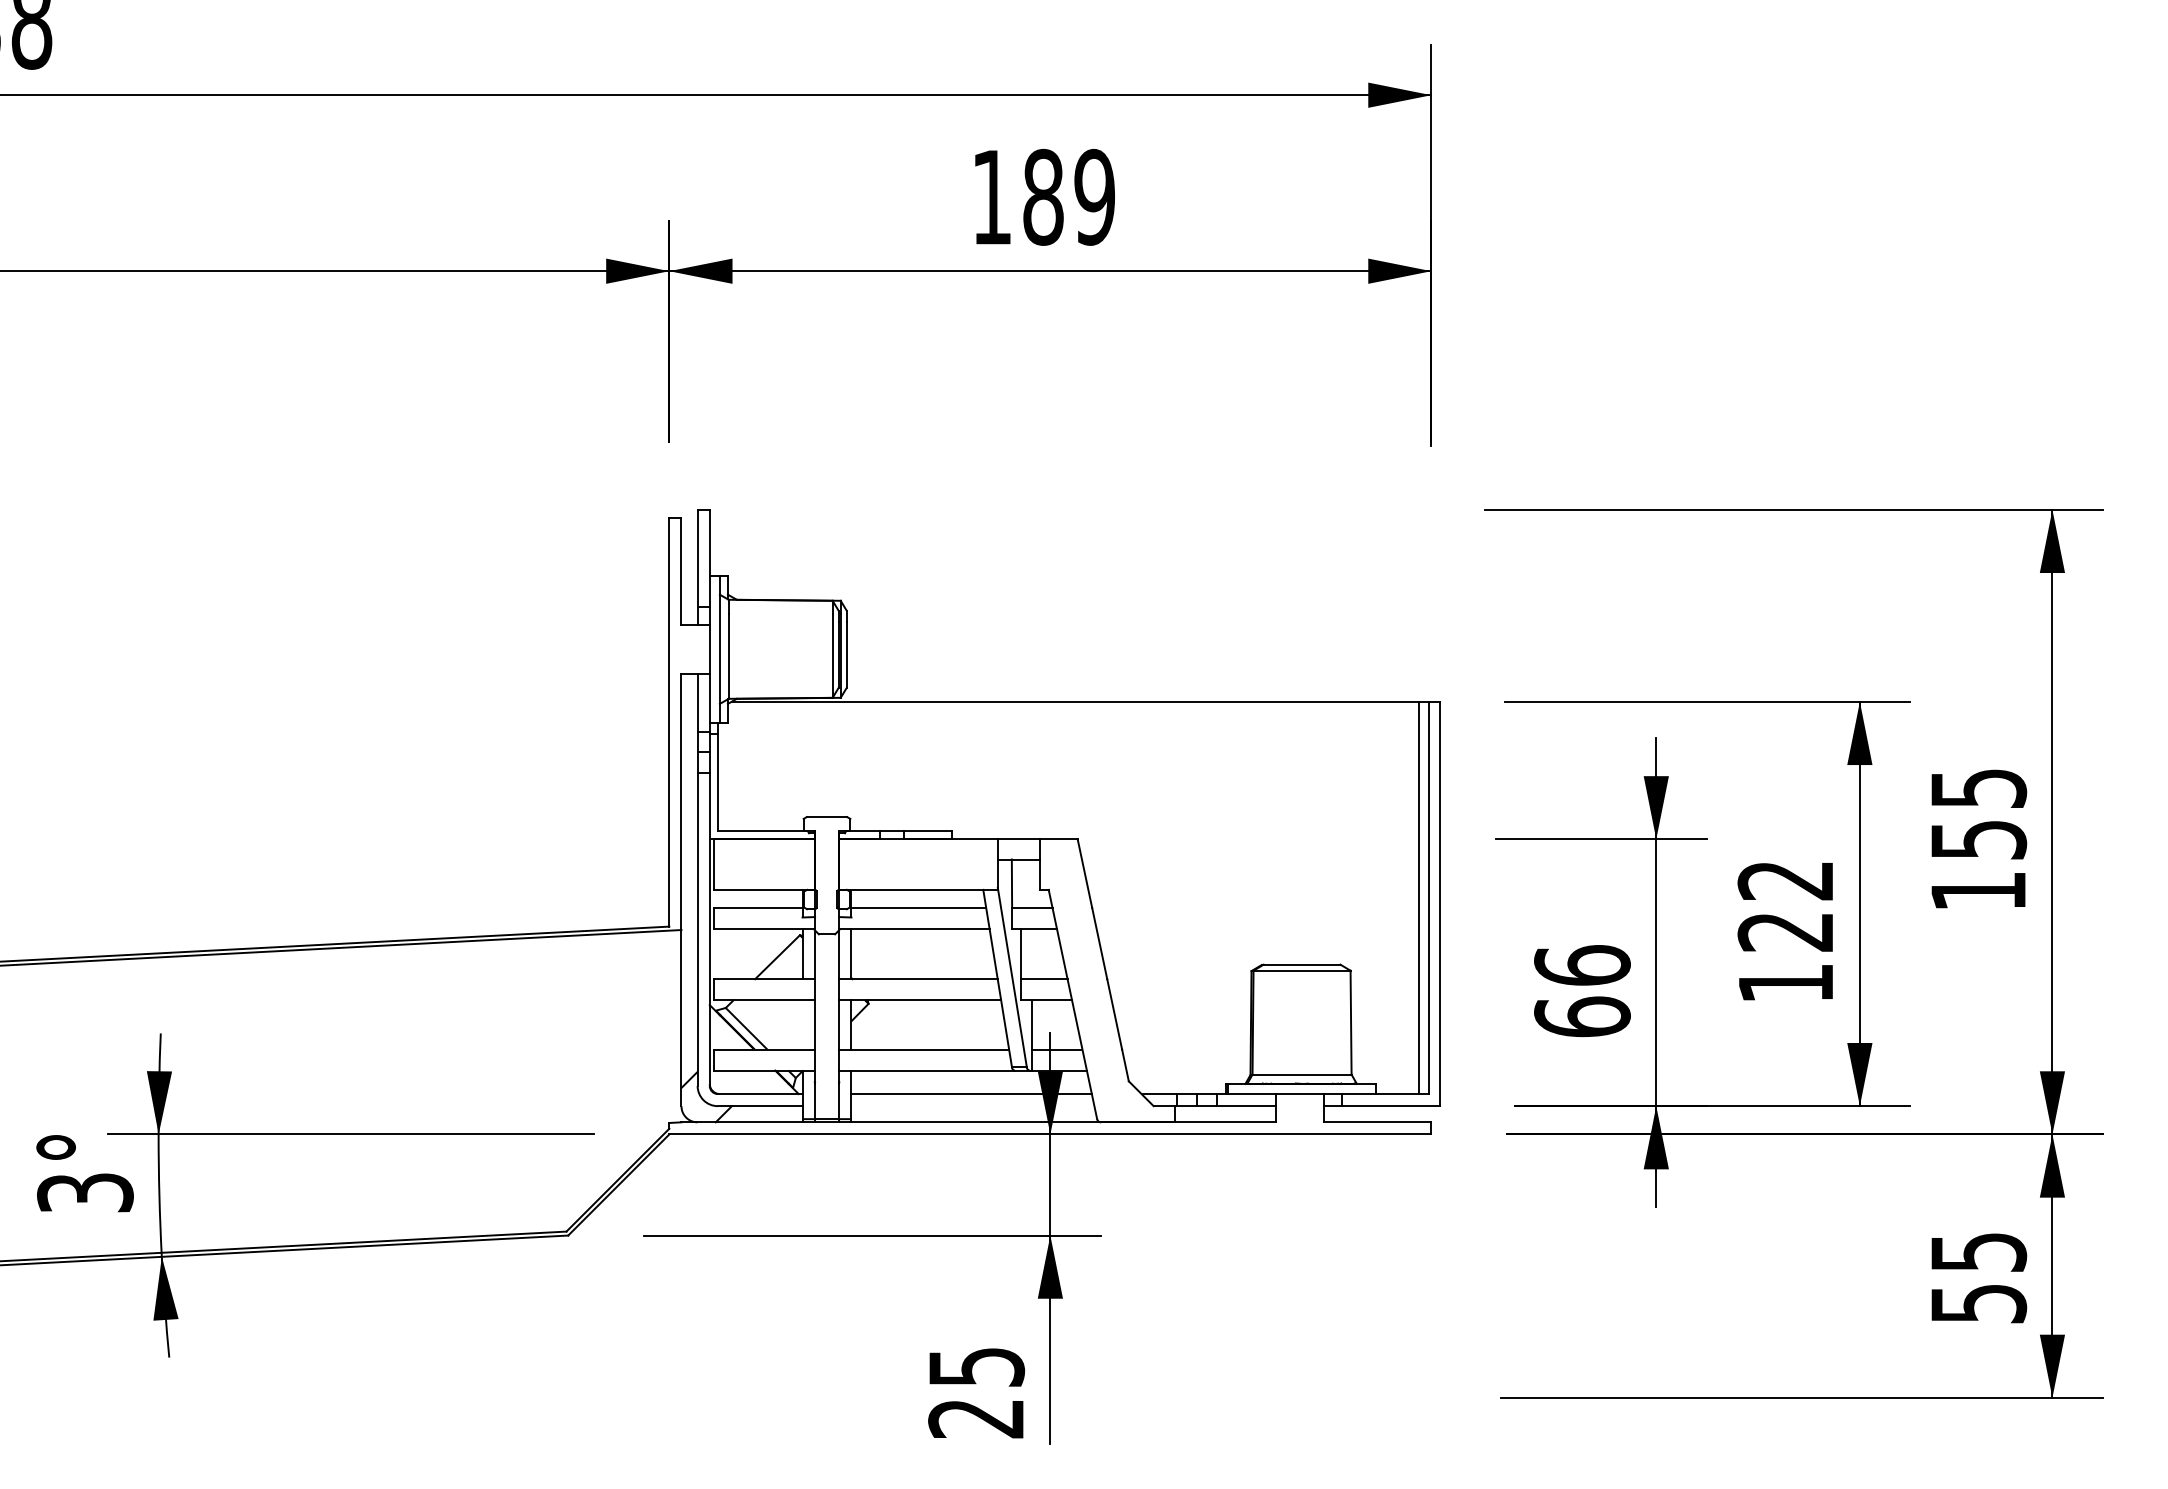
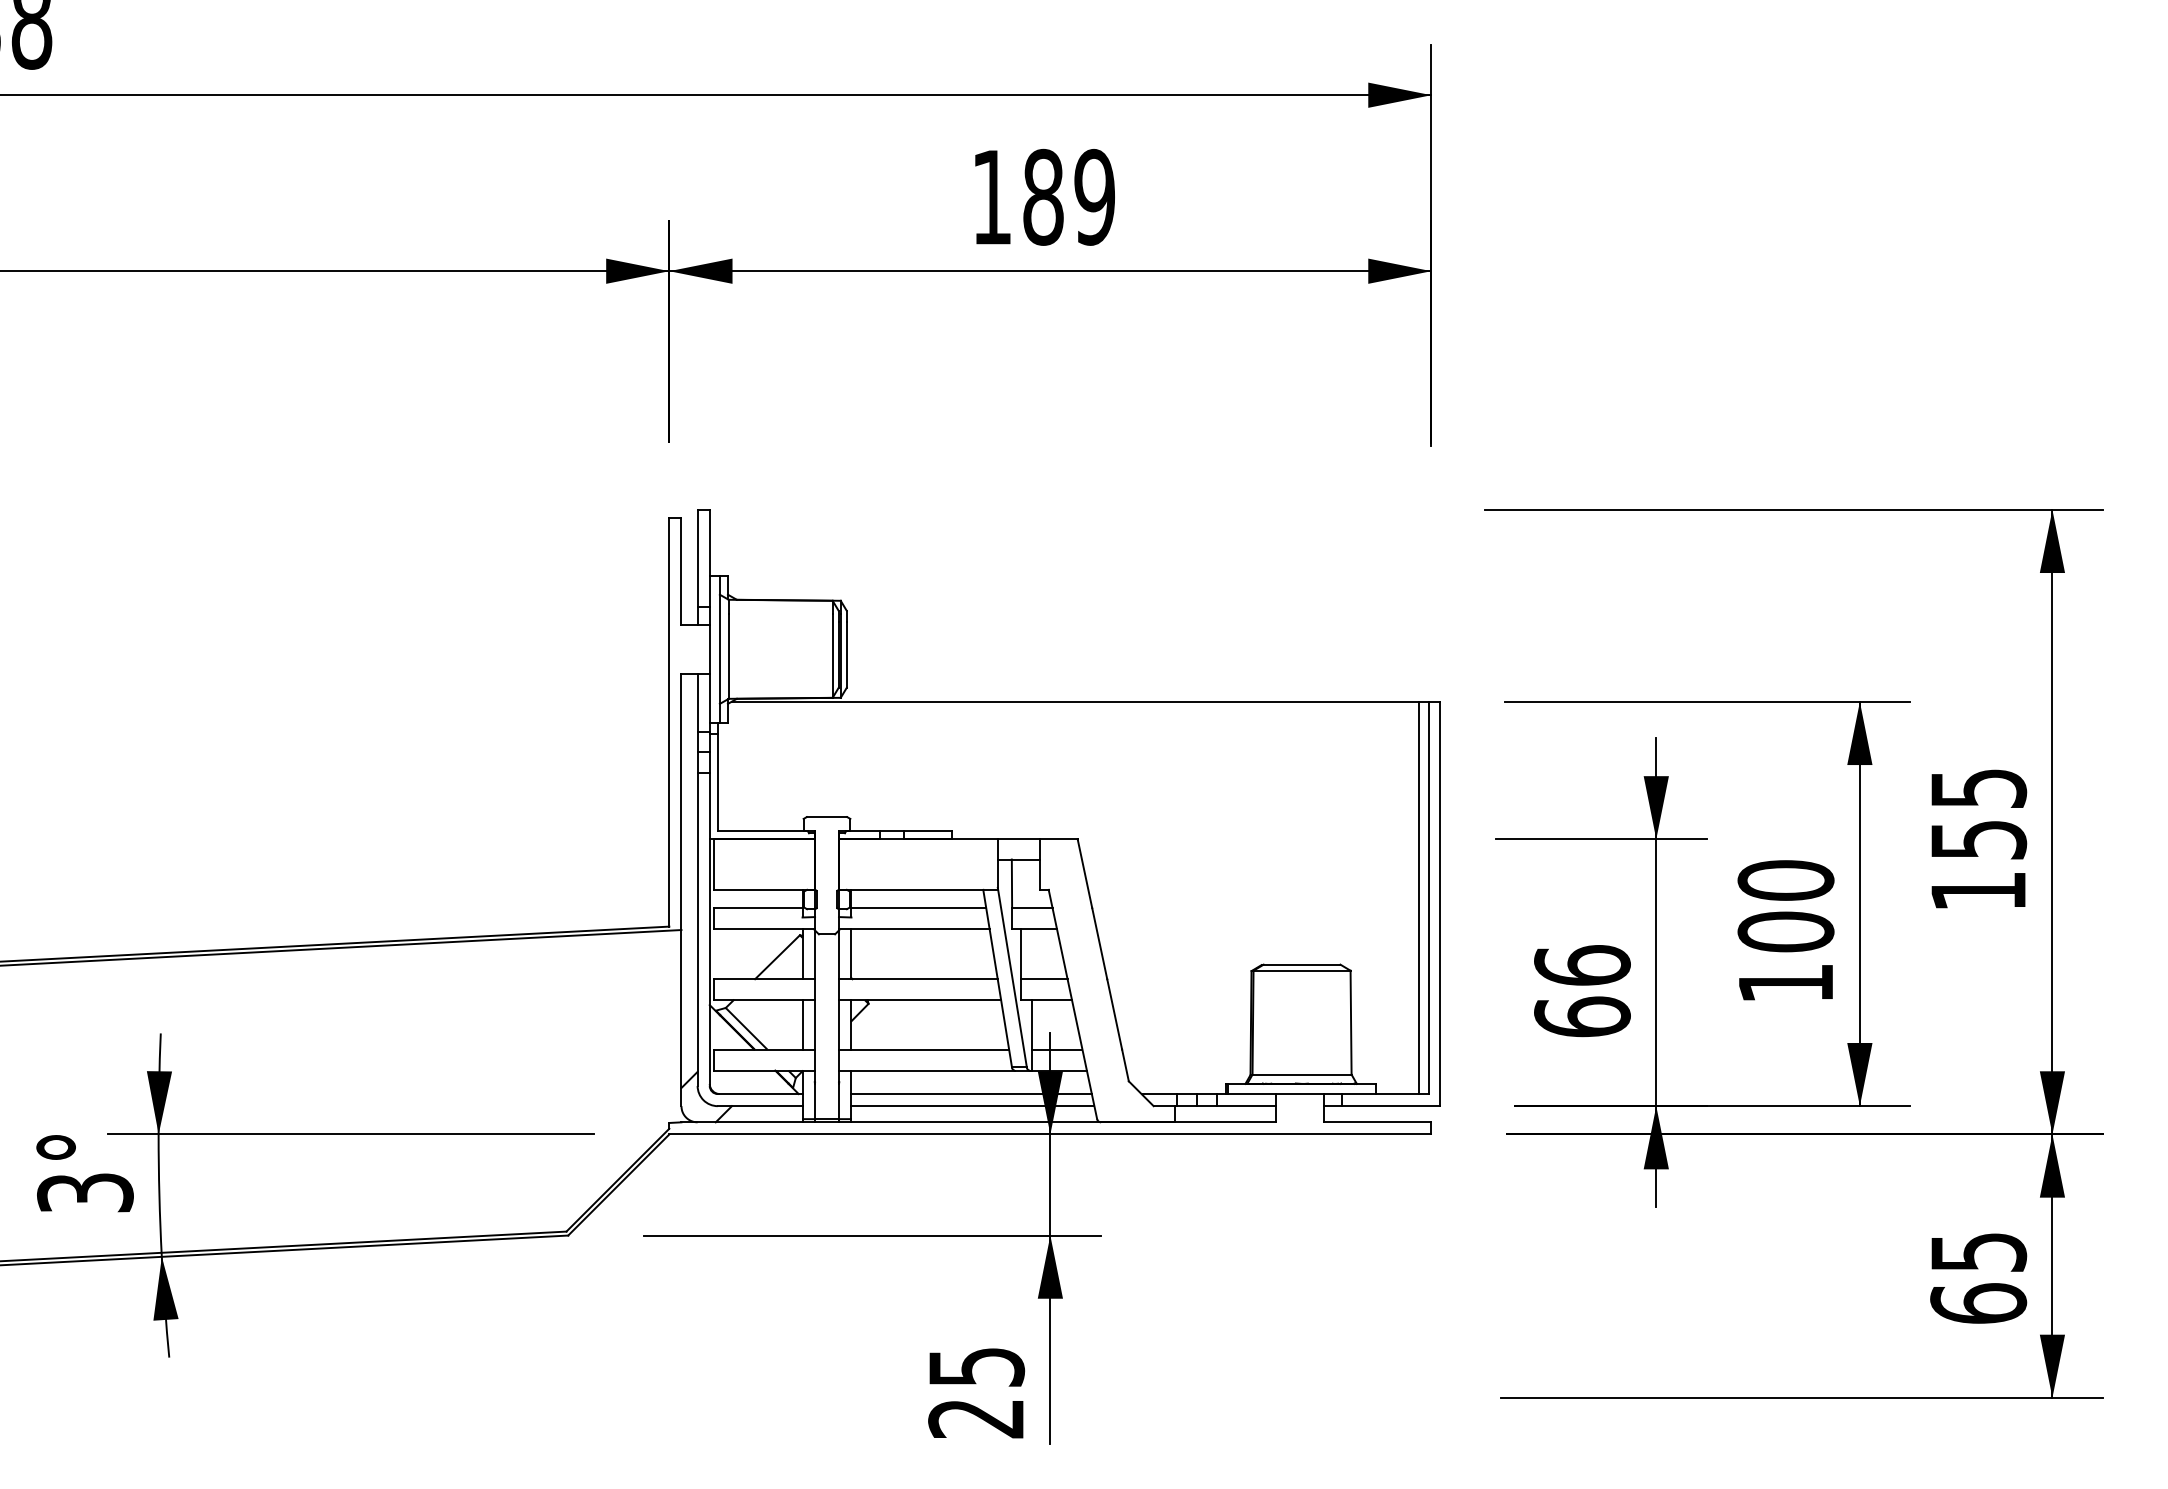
text at (1785, 906): 122 -> 100
line at (802, 1024): none -> present
line at (972, 1106): none -> present
text at (1978, 1303): 55 -> 65
